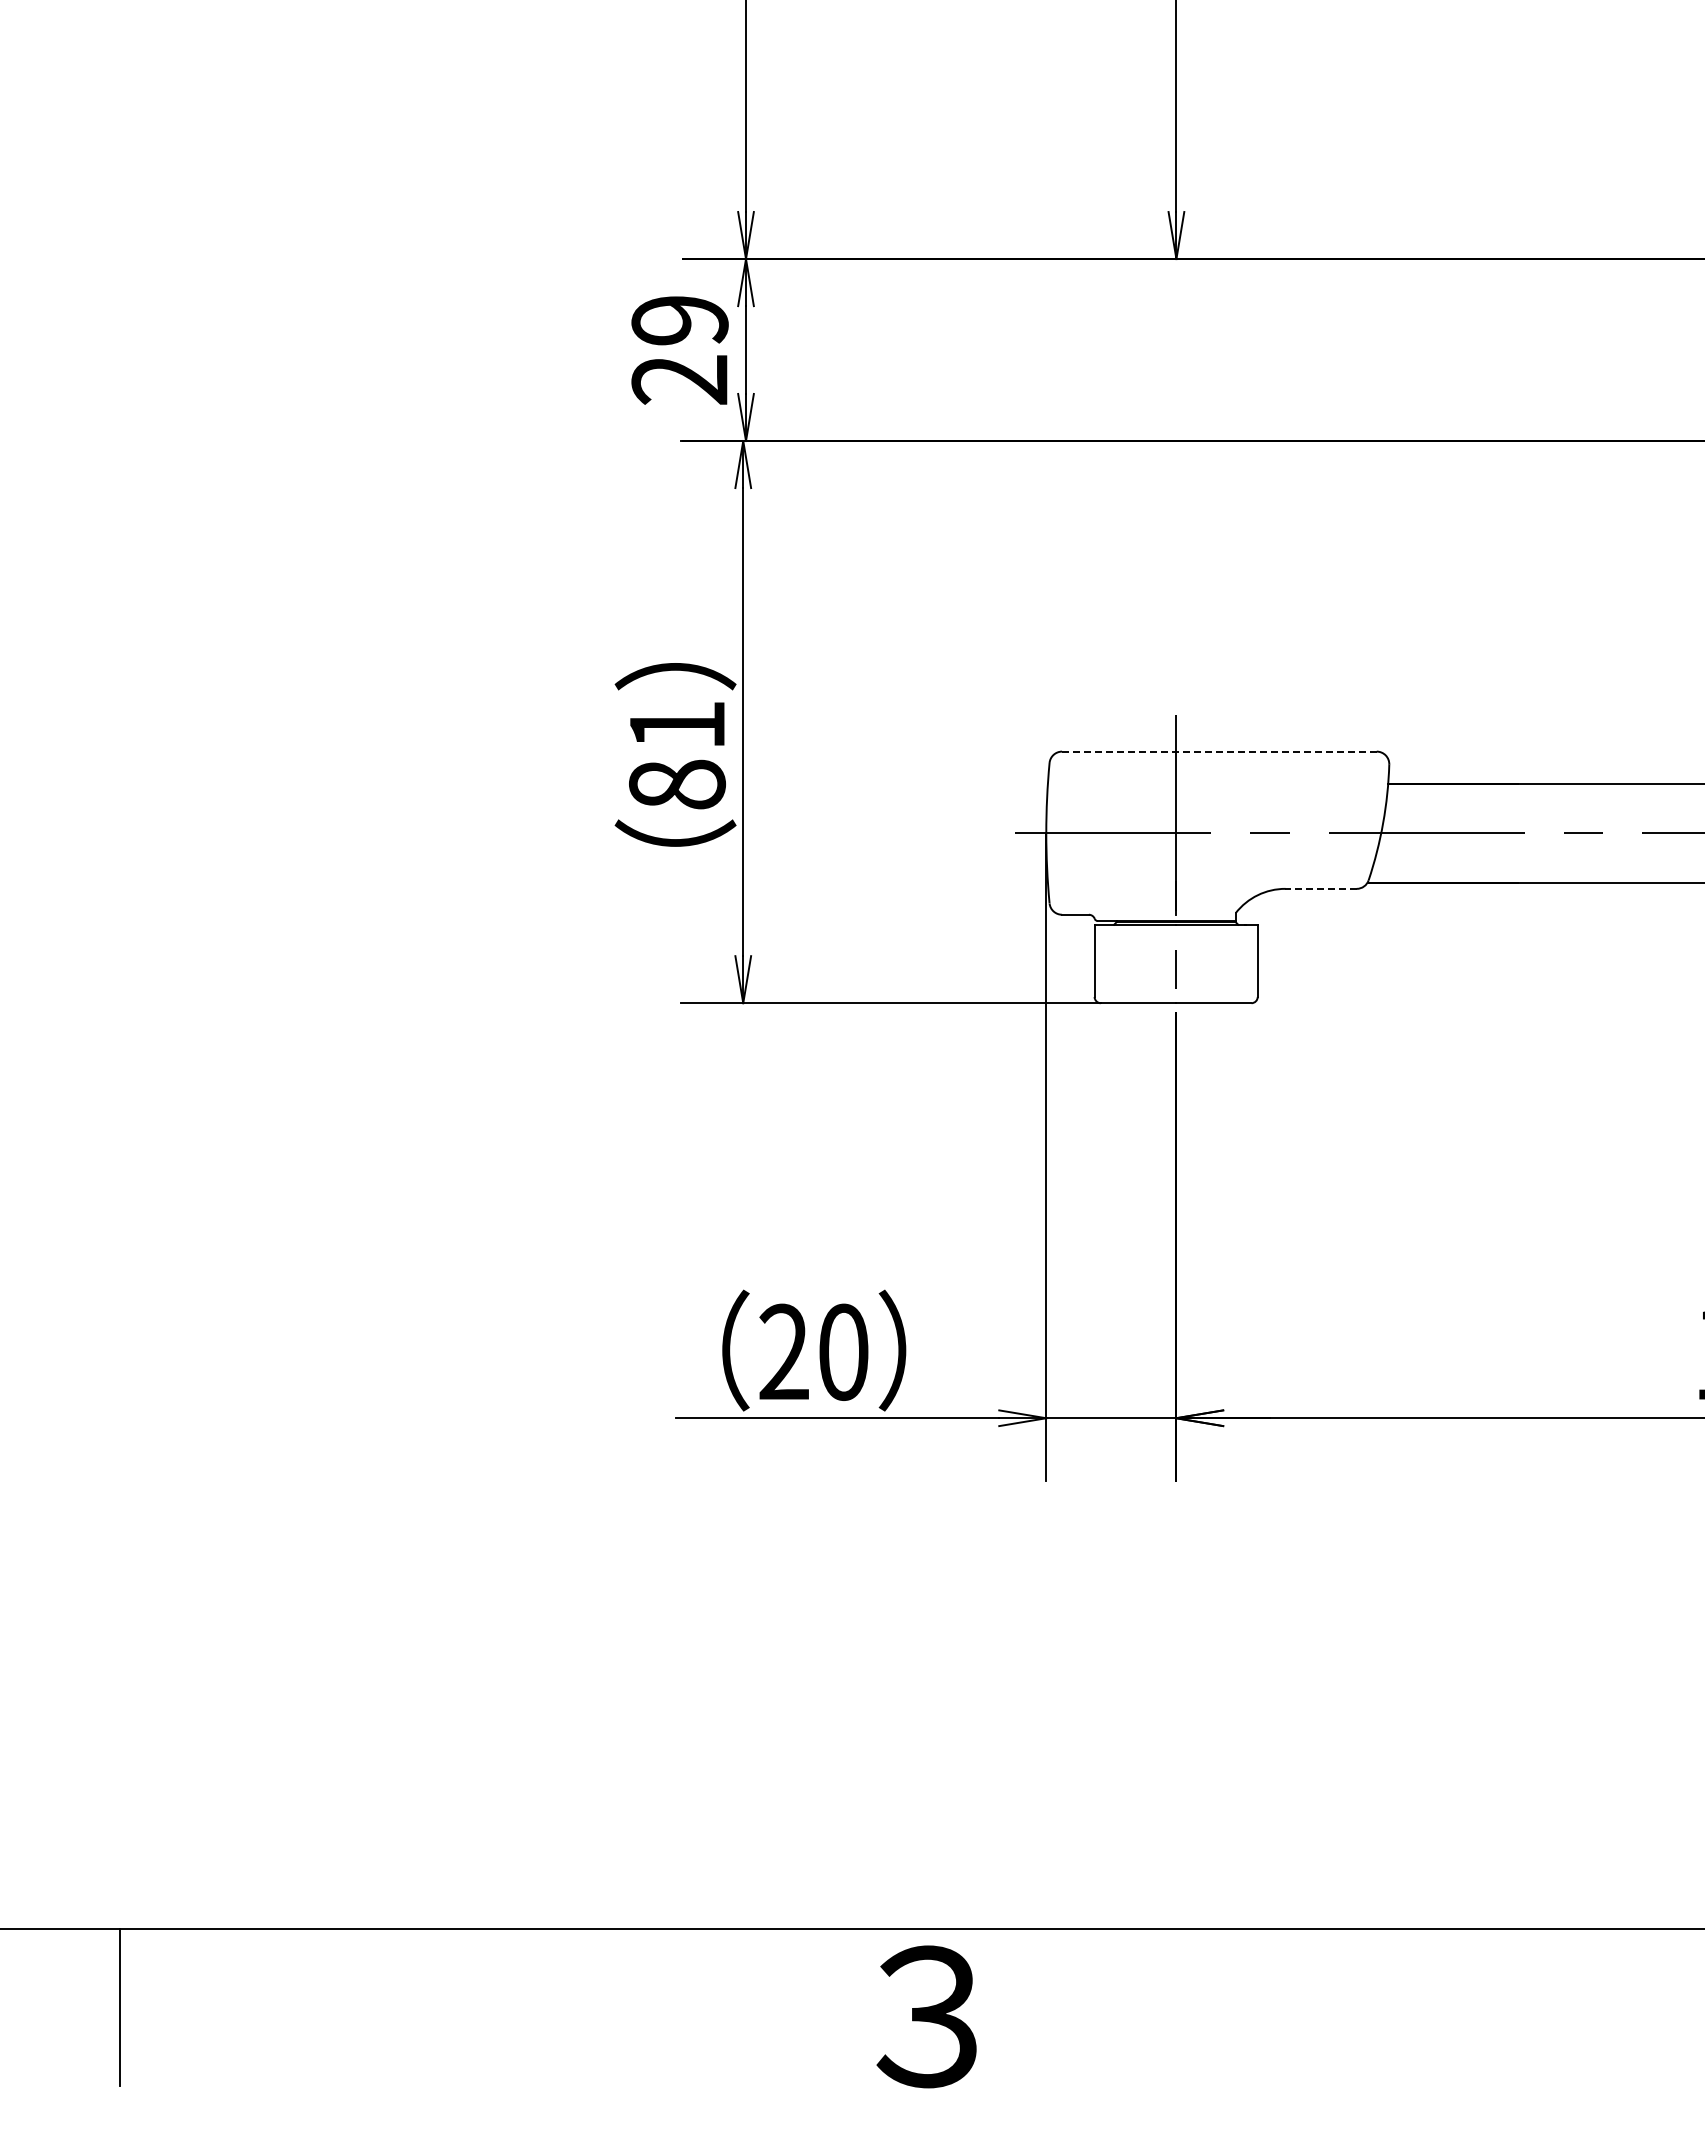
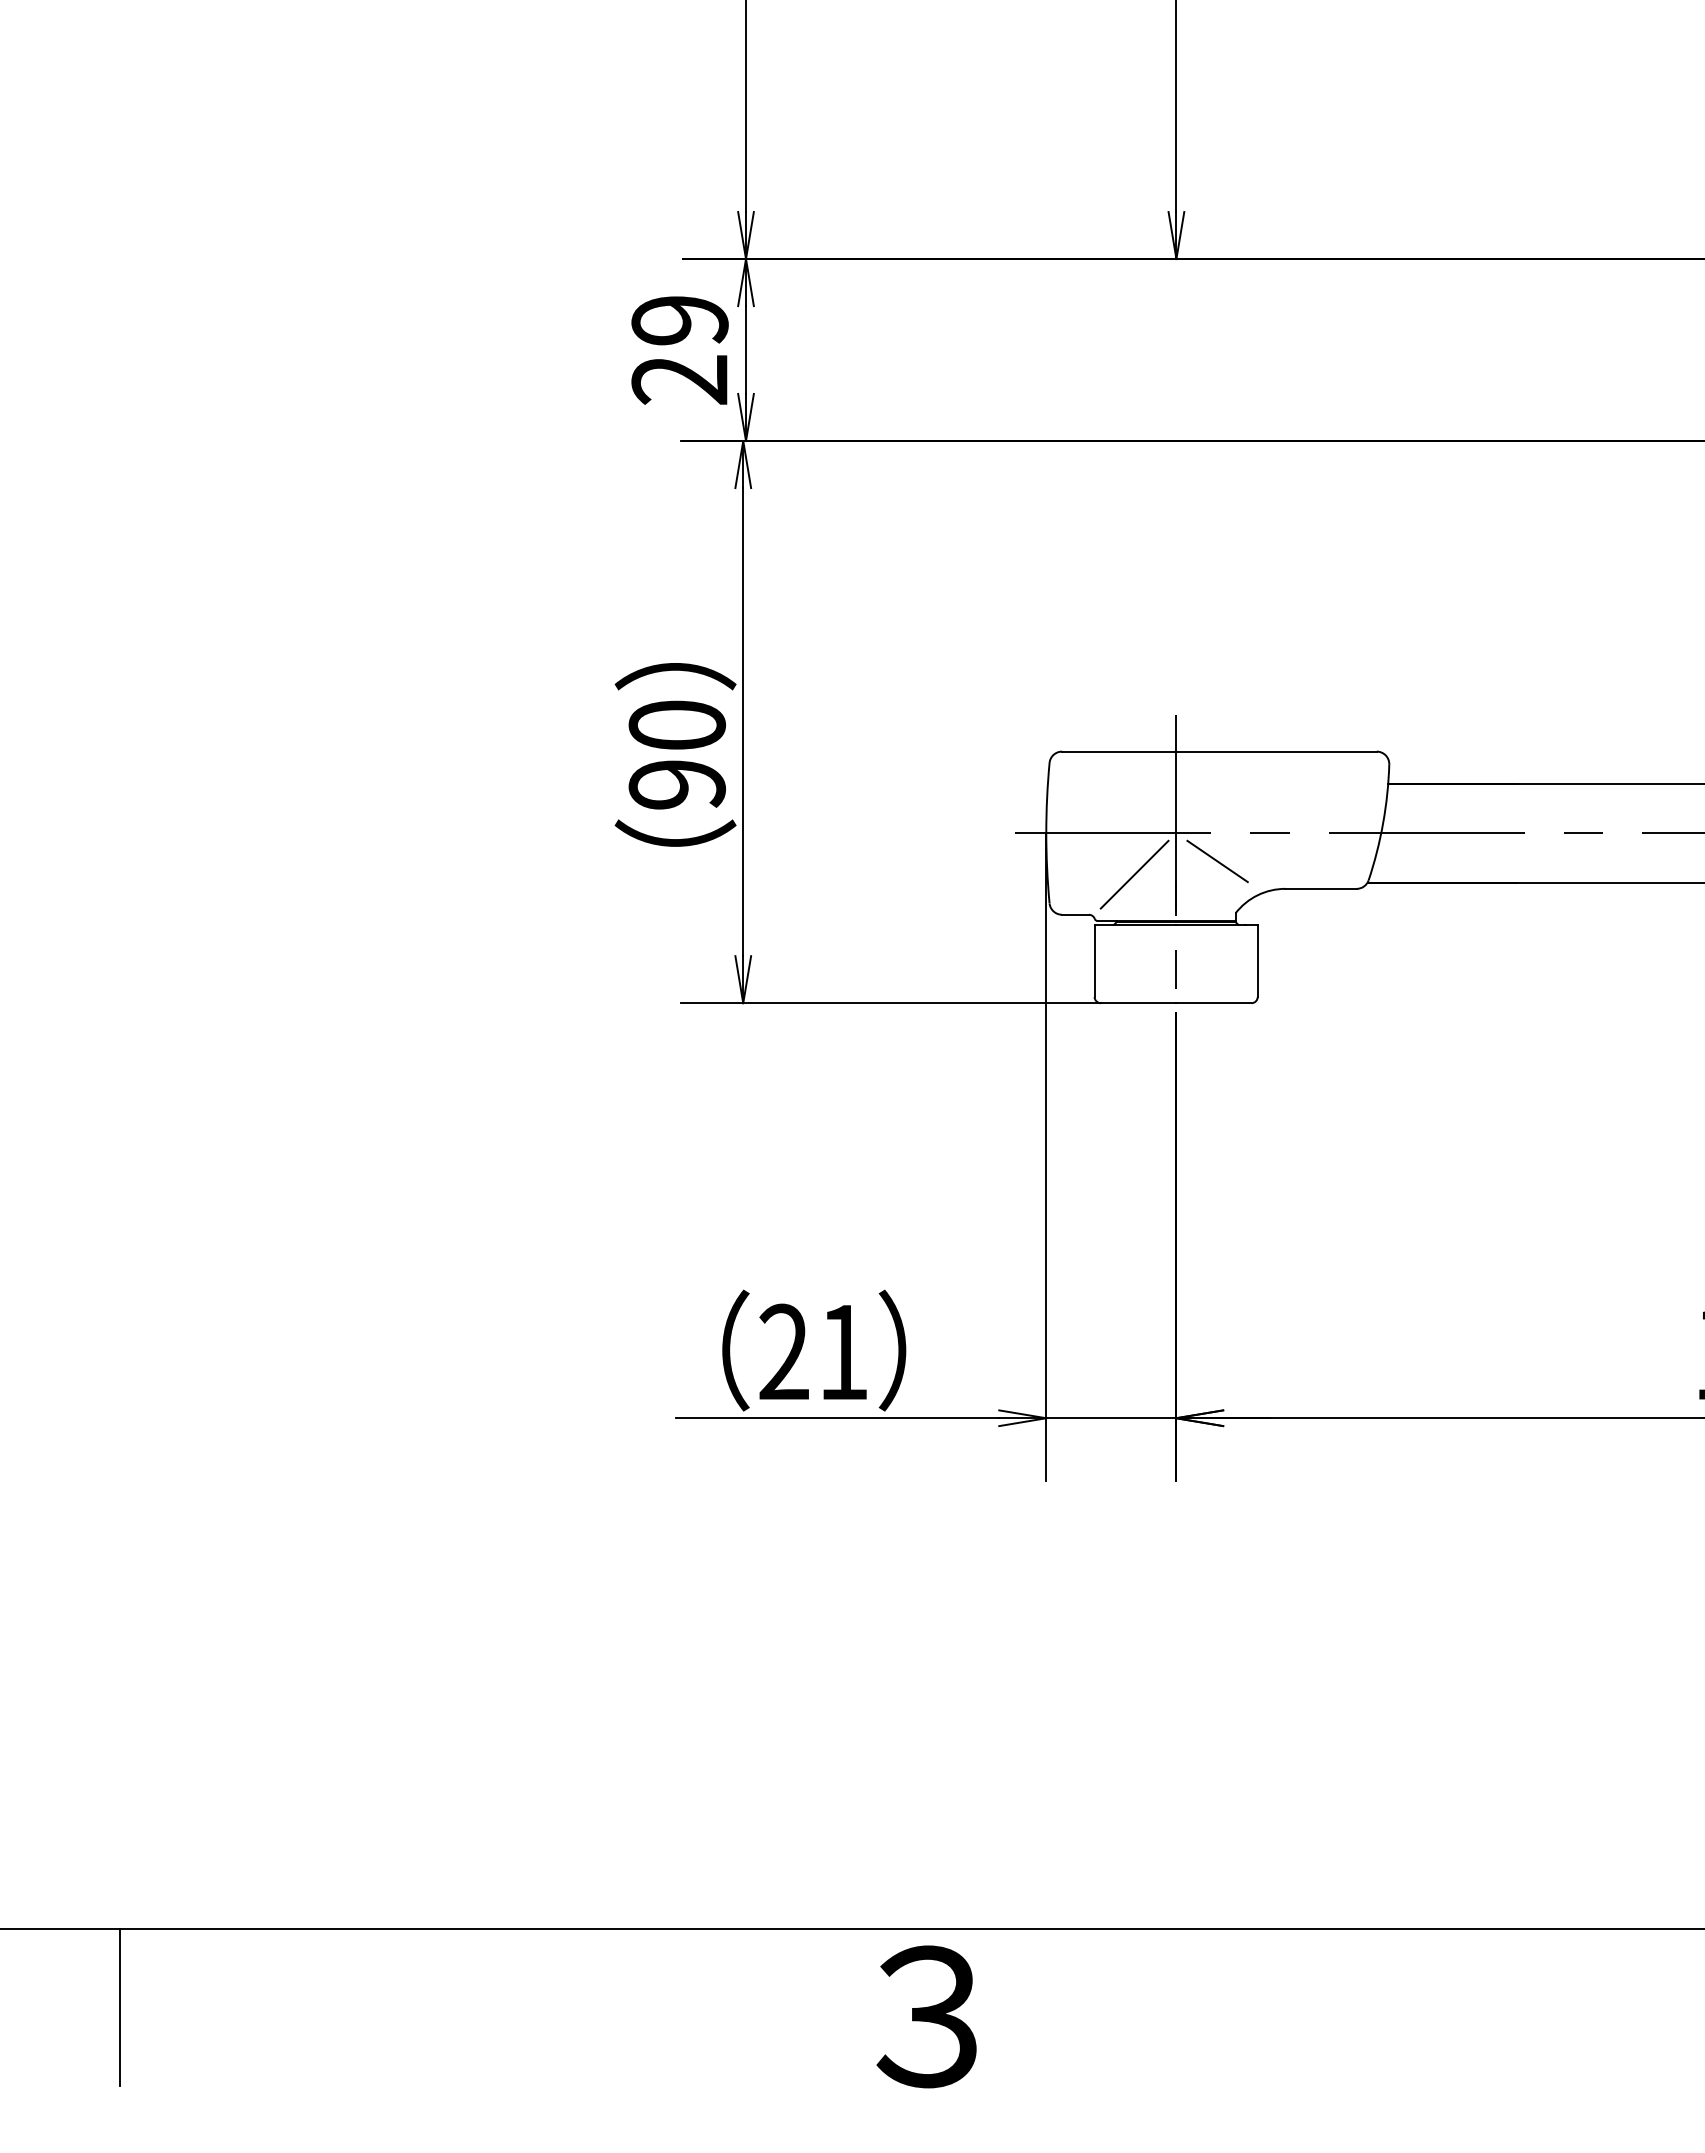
line at (1218, 751): dashed -> solid
text at (677, 754): 81 -> 90
line at (1217, 861): none -> present
line at (1134, 874): none -> present
line at (1321, 888): dashed -> solid
text at (843, 1351): 20 -> 21
